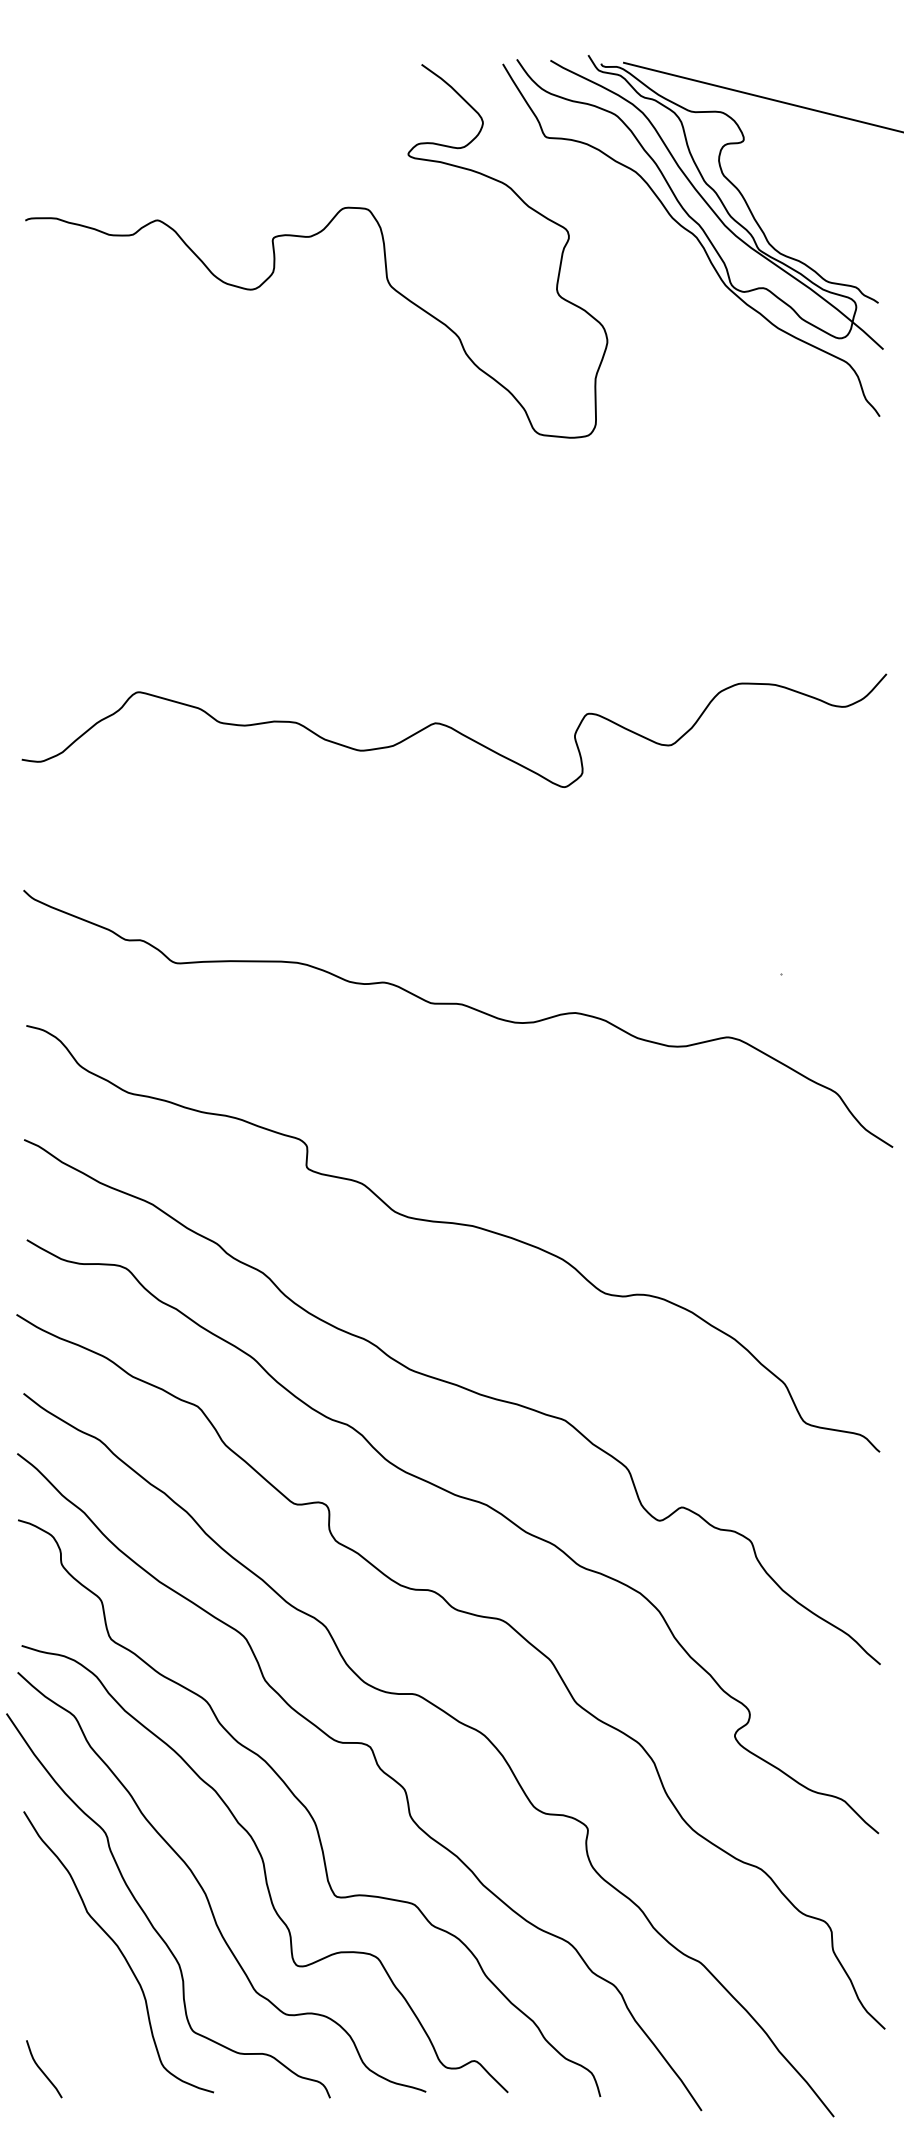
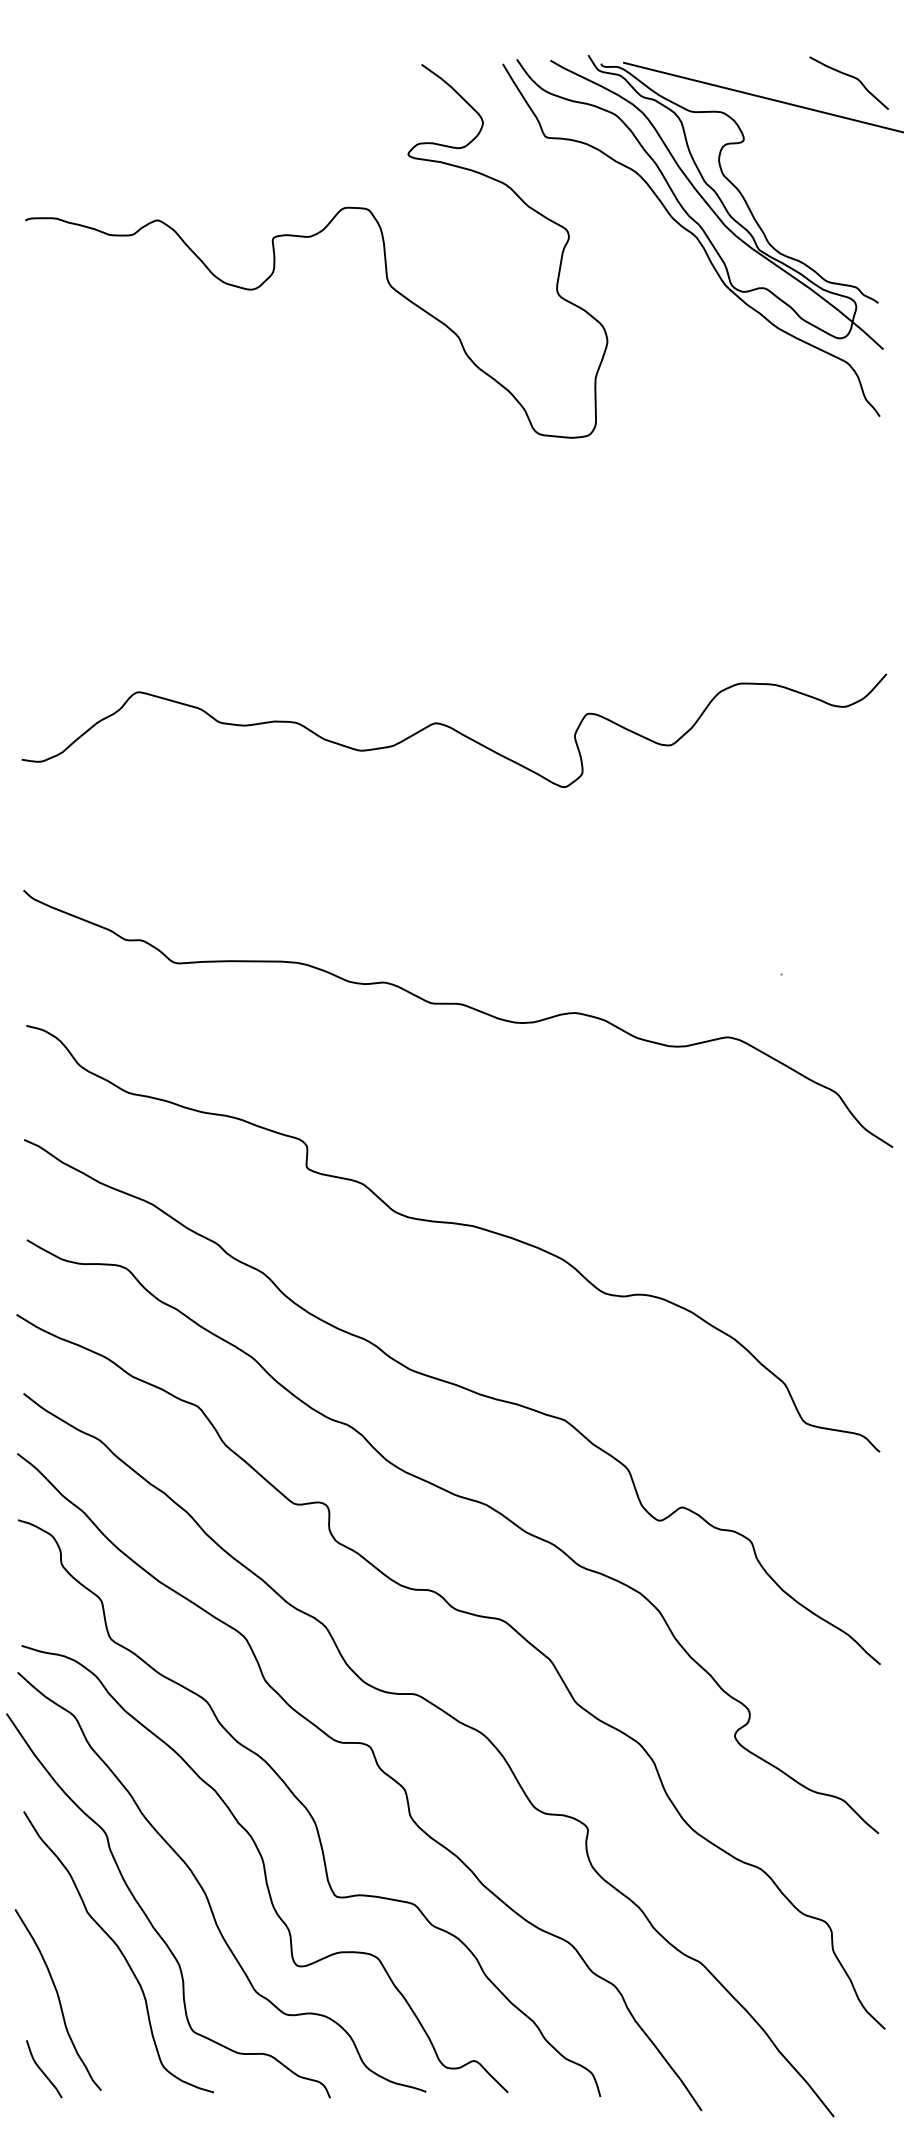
curve at (851, 77): none -> present
curve at (58, 1999): none -> present
